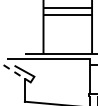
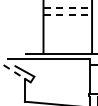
line at (68, 7): solid -> dashed
line at (68, 14): solid -> dashed
